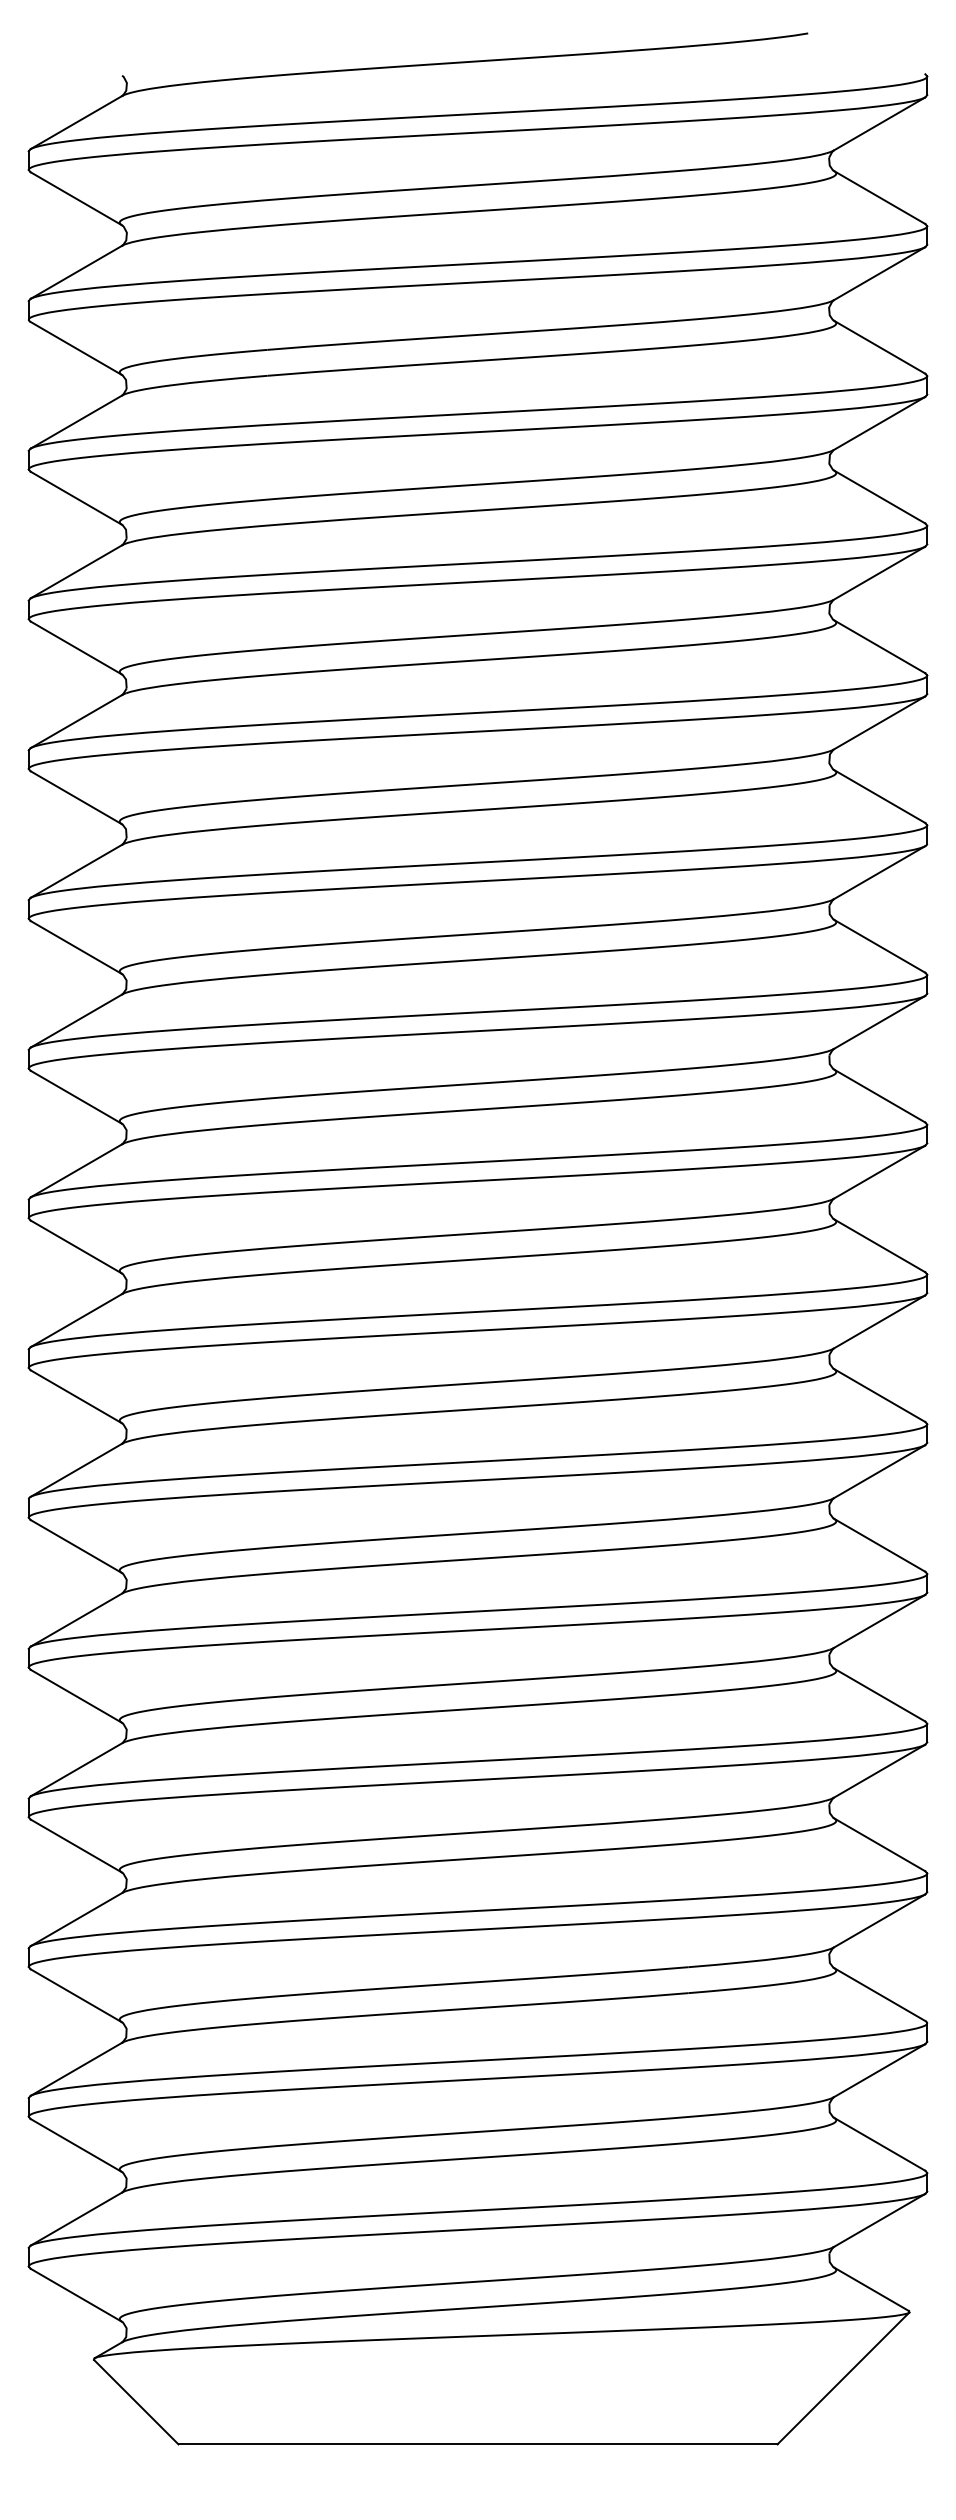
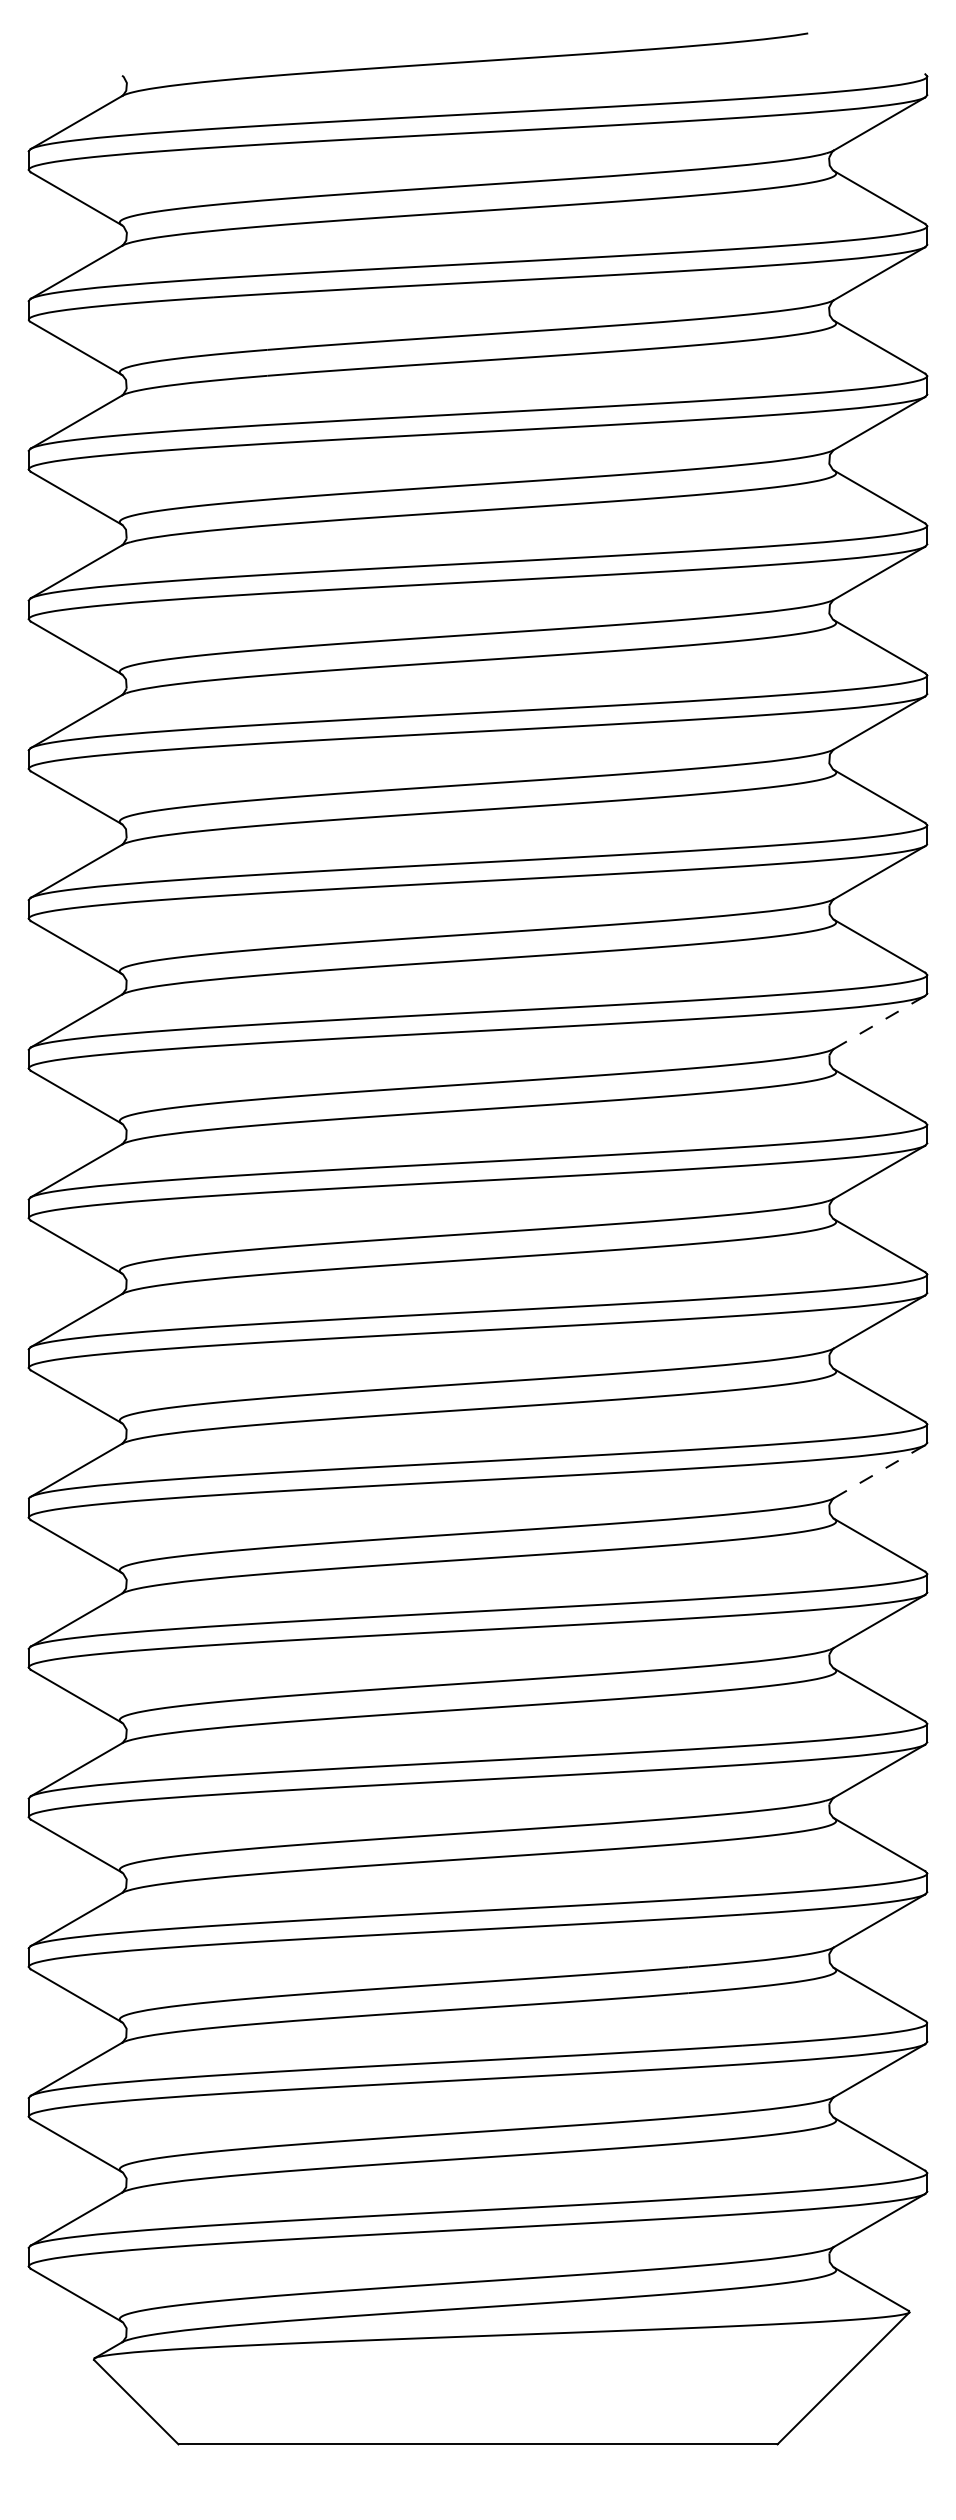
line at (879, 1022): solid -> dashed
line at (879, 1471): solid -> dashed
